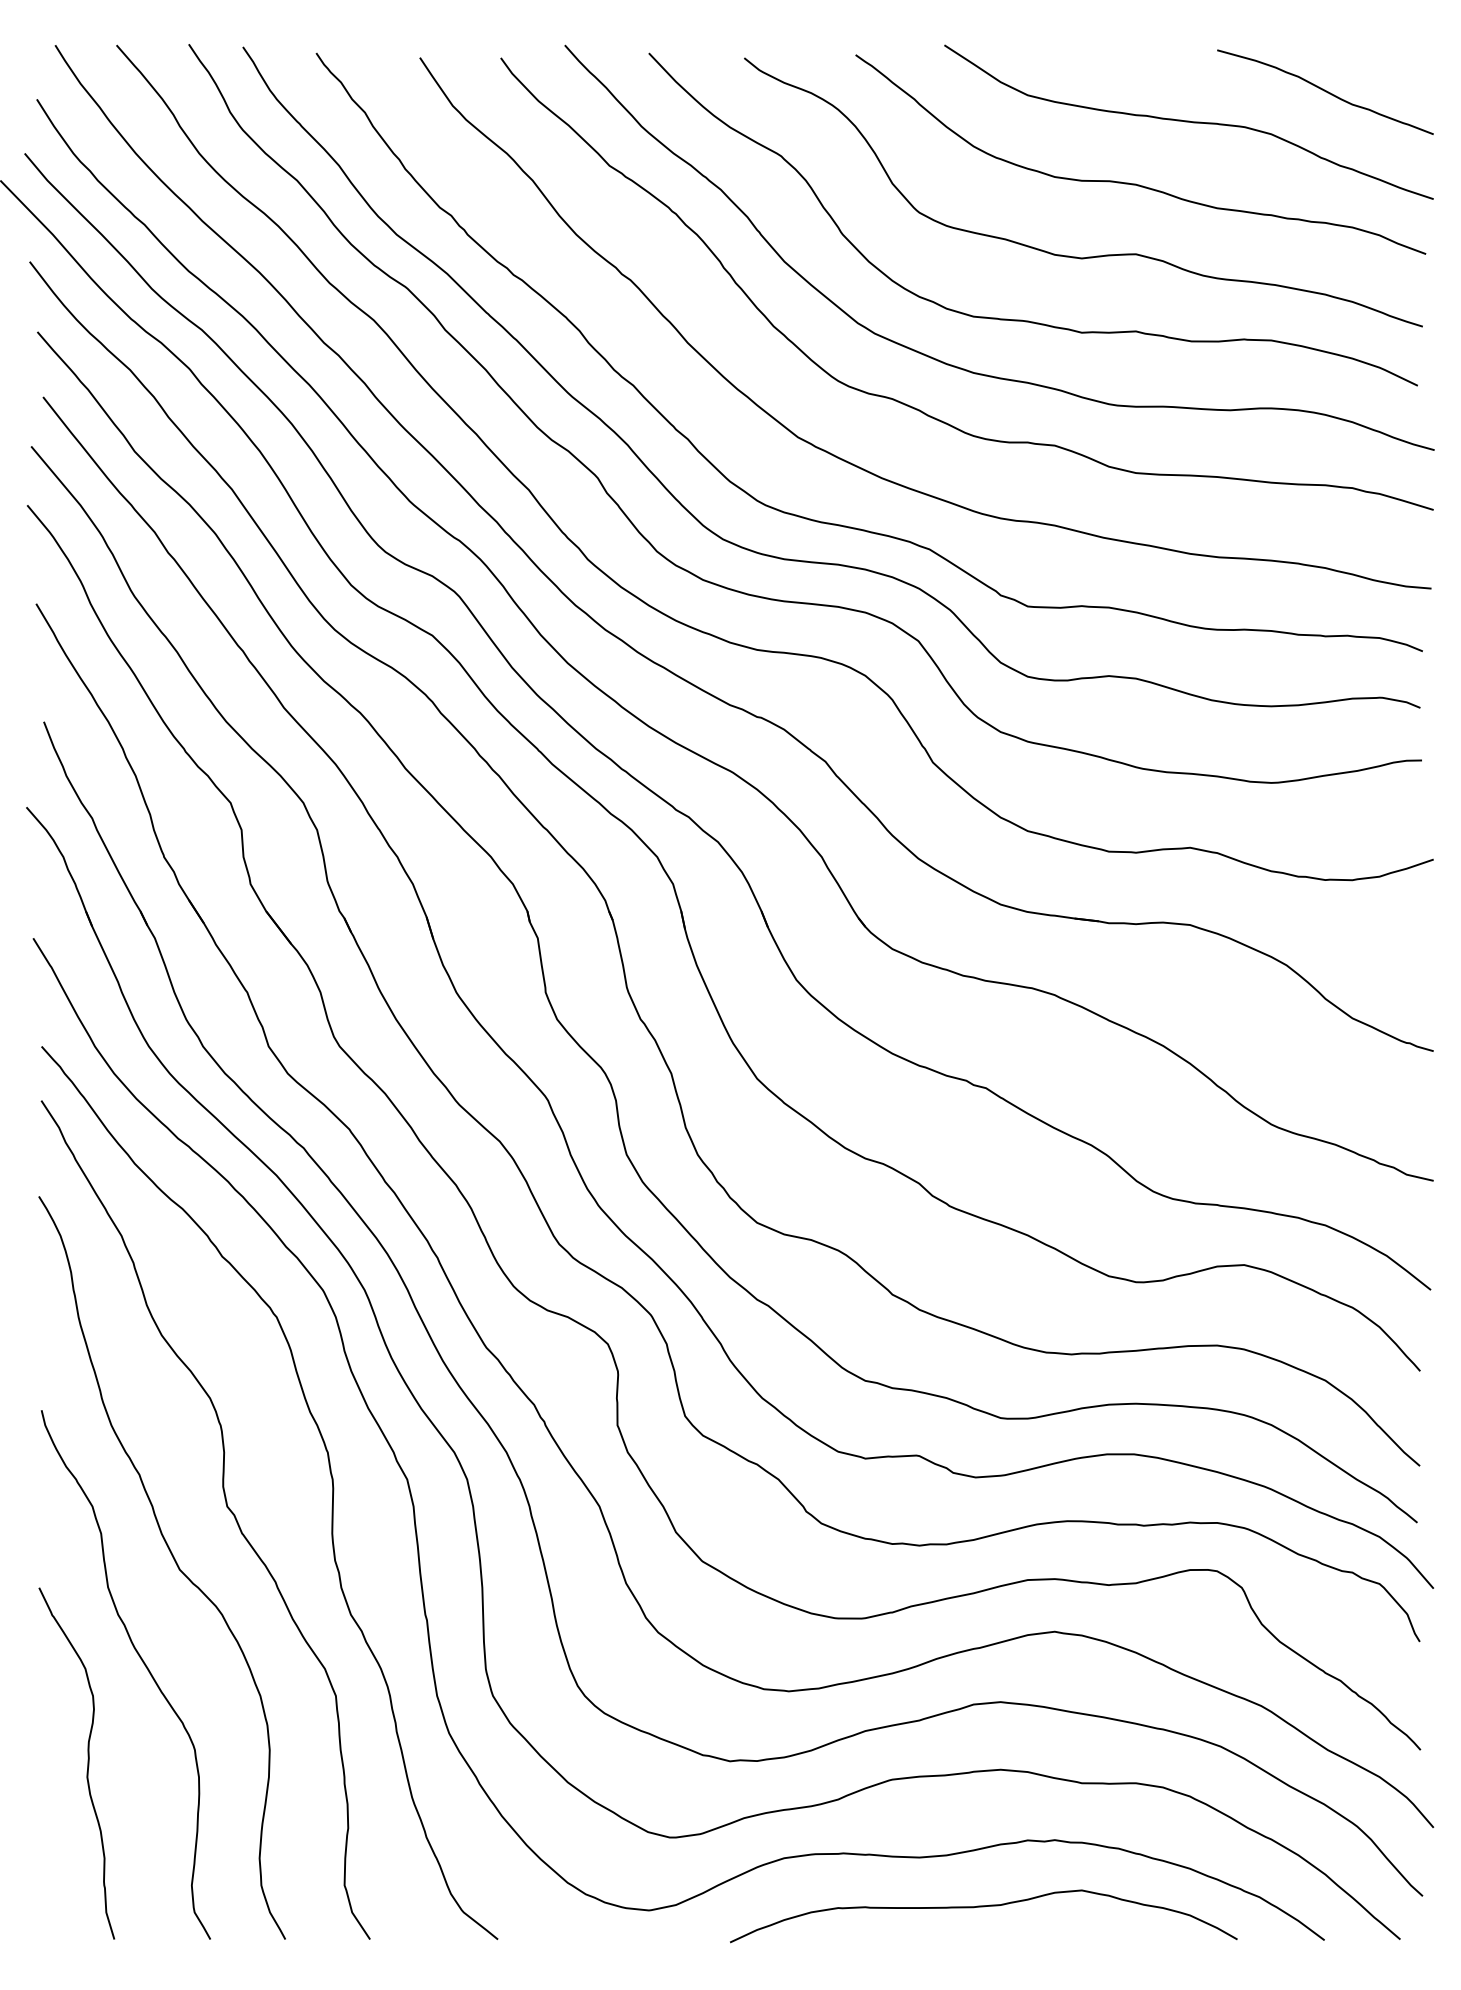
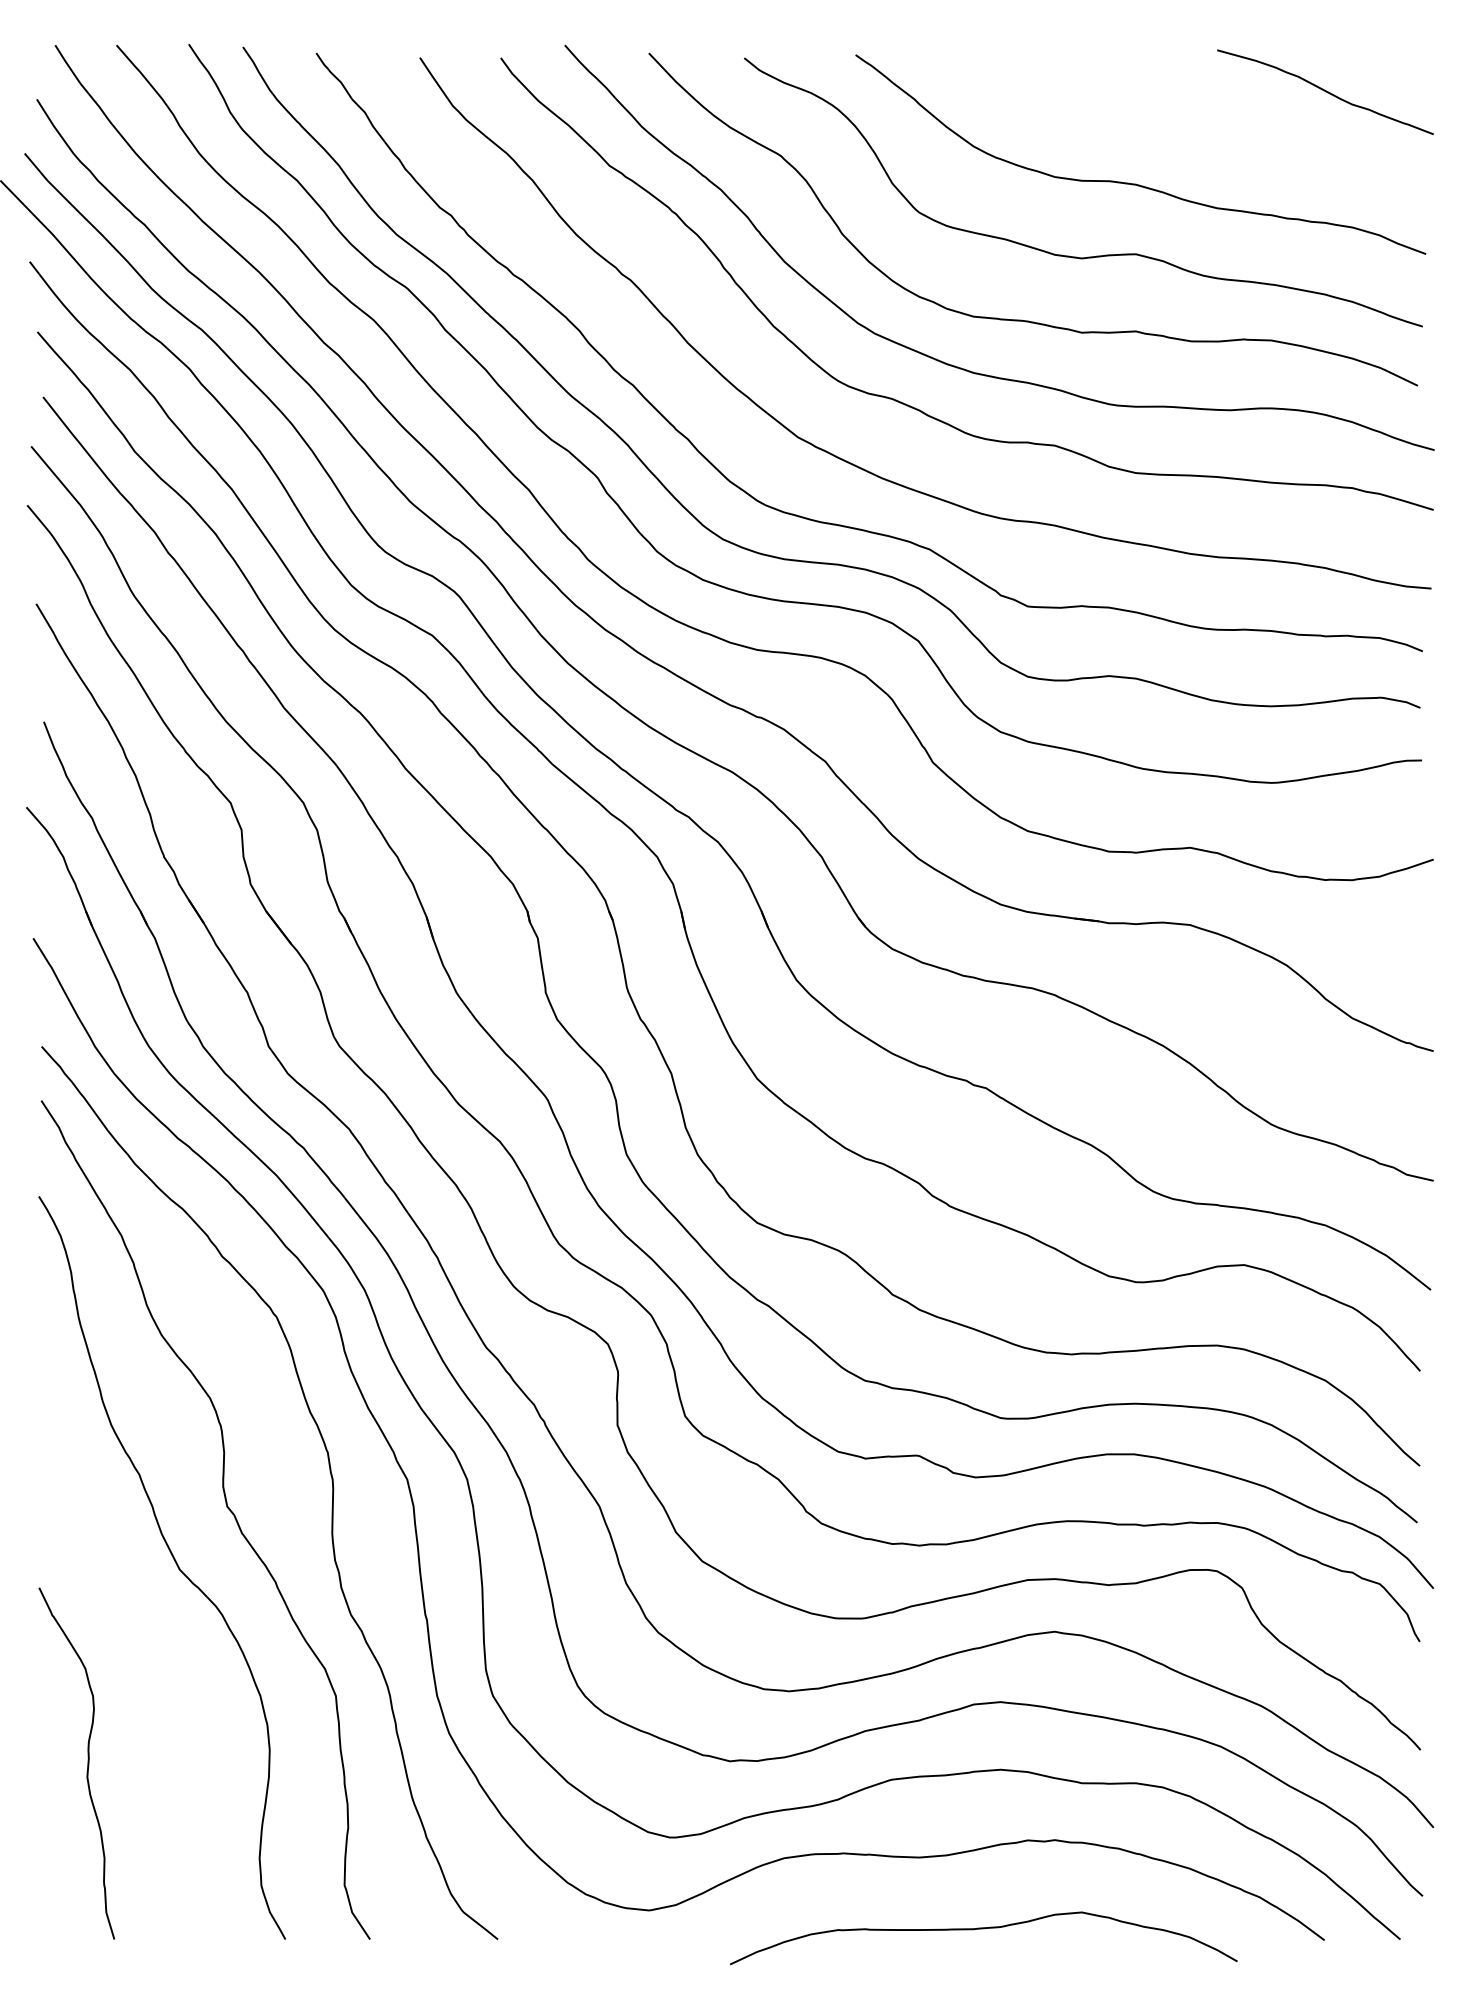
curve at (1188, 121): present -> none
curve at (142, 1662): present -> none
curve at (983, 1907) position: (983, 1907) -> (983, 1929)
